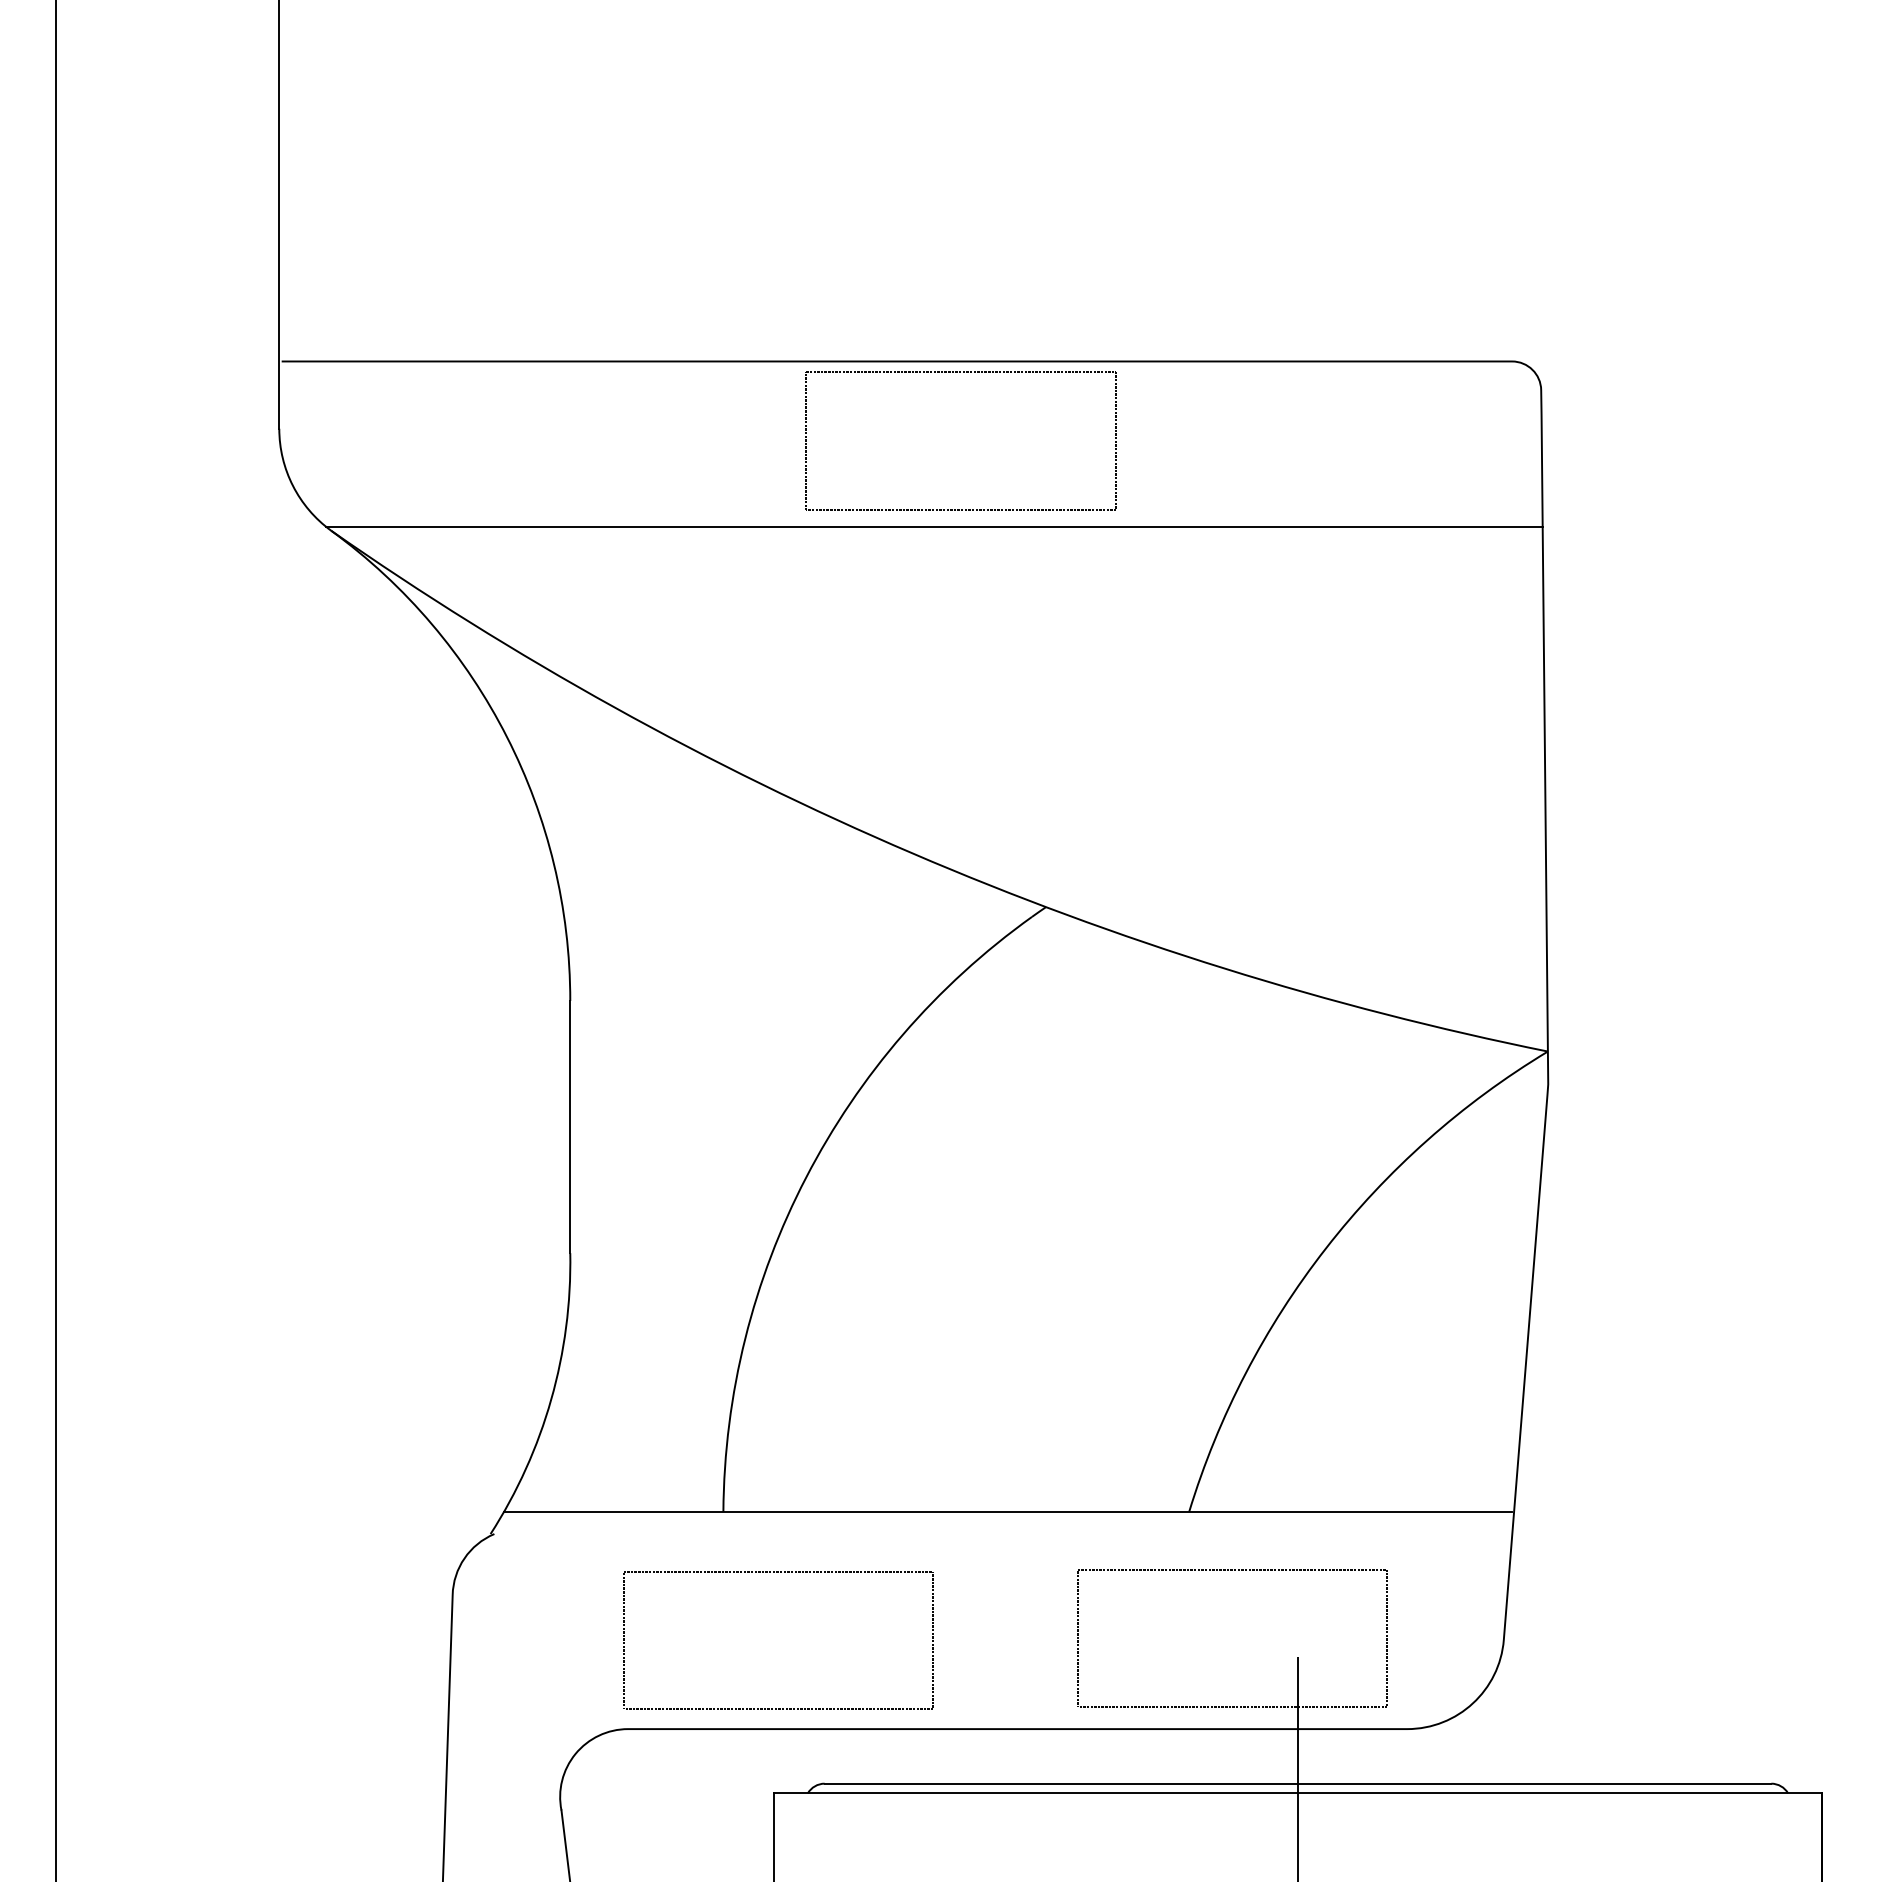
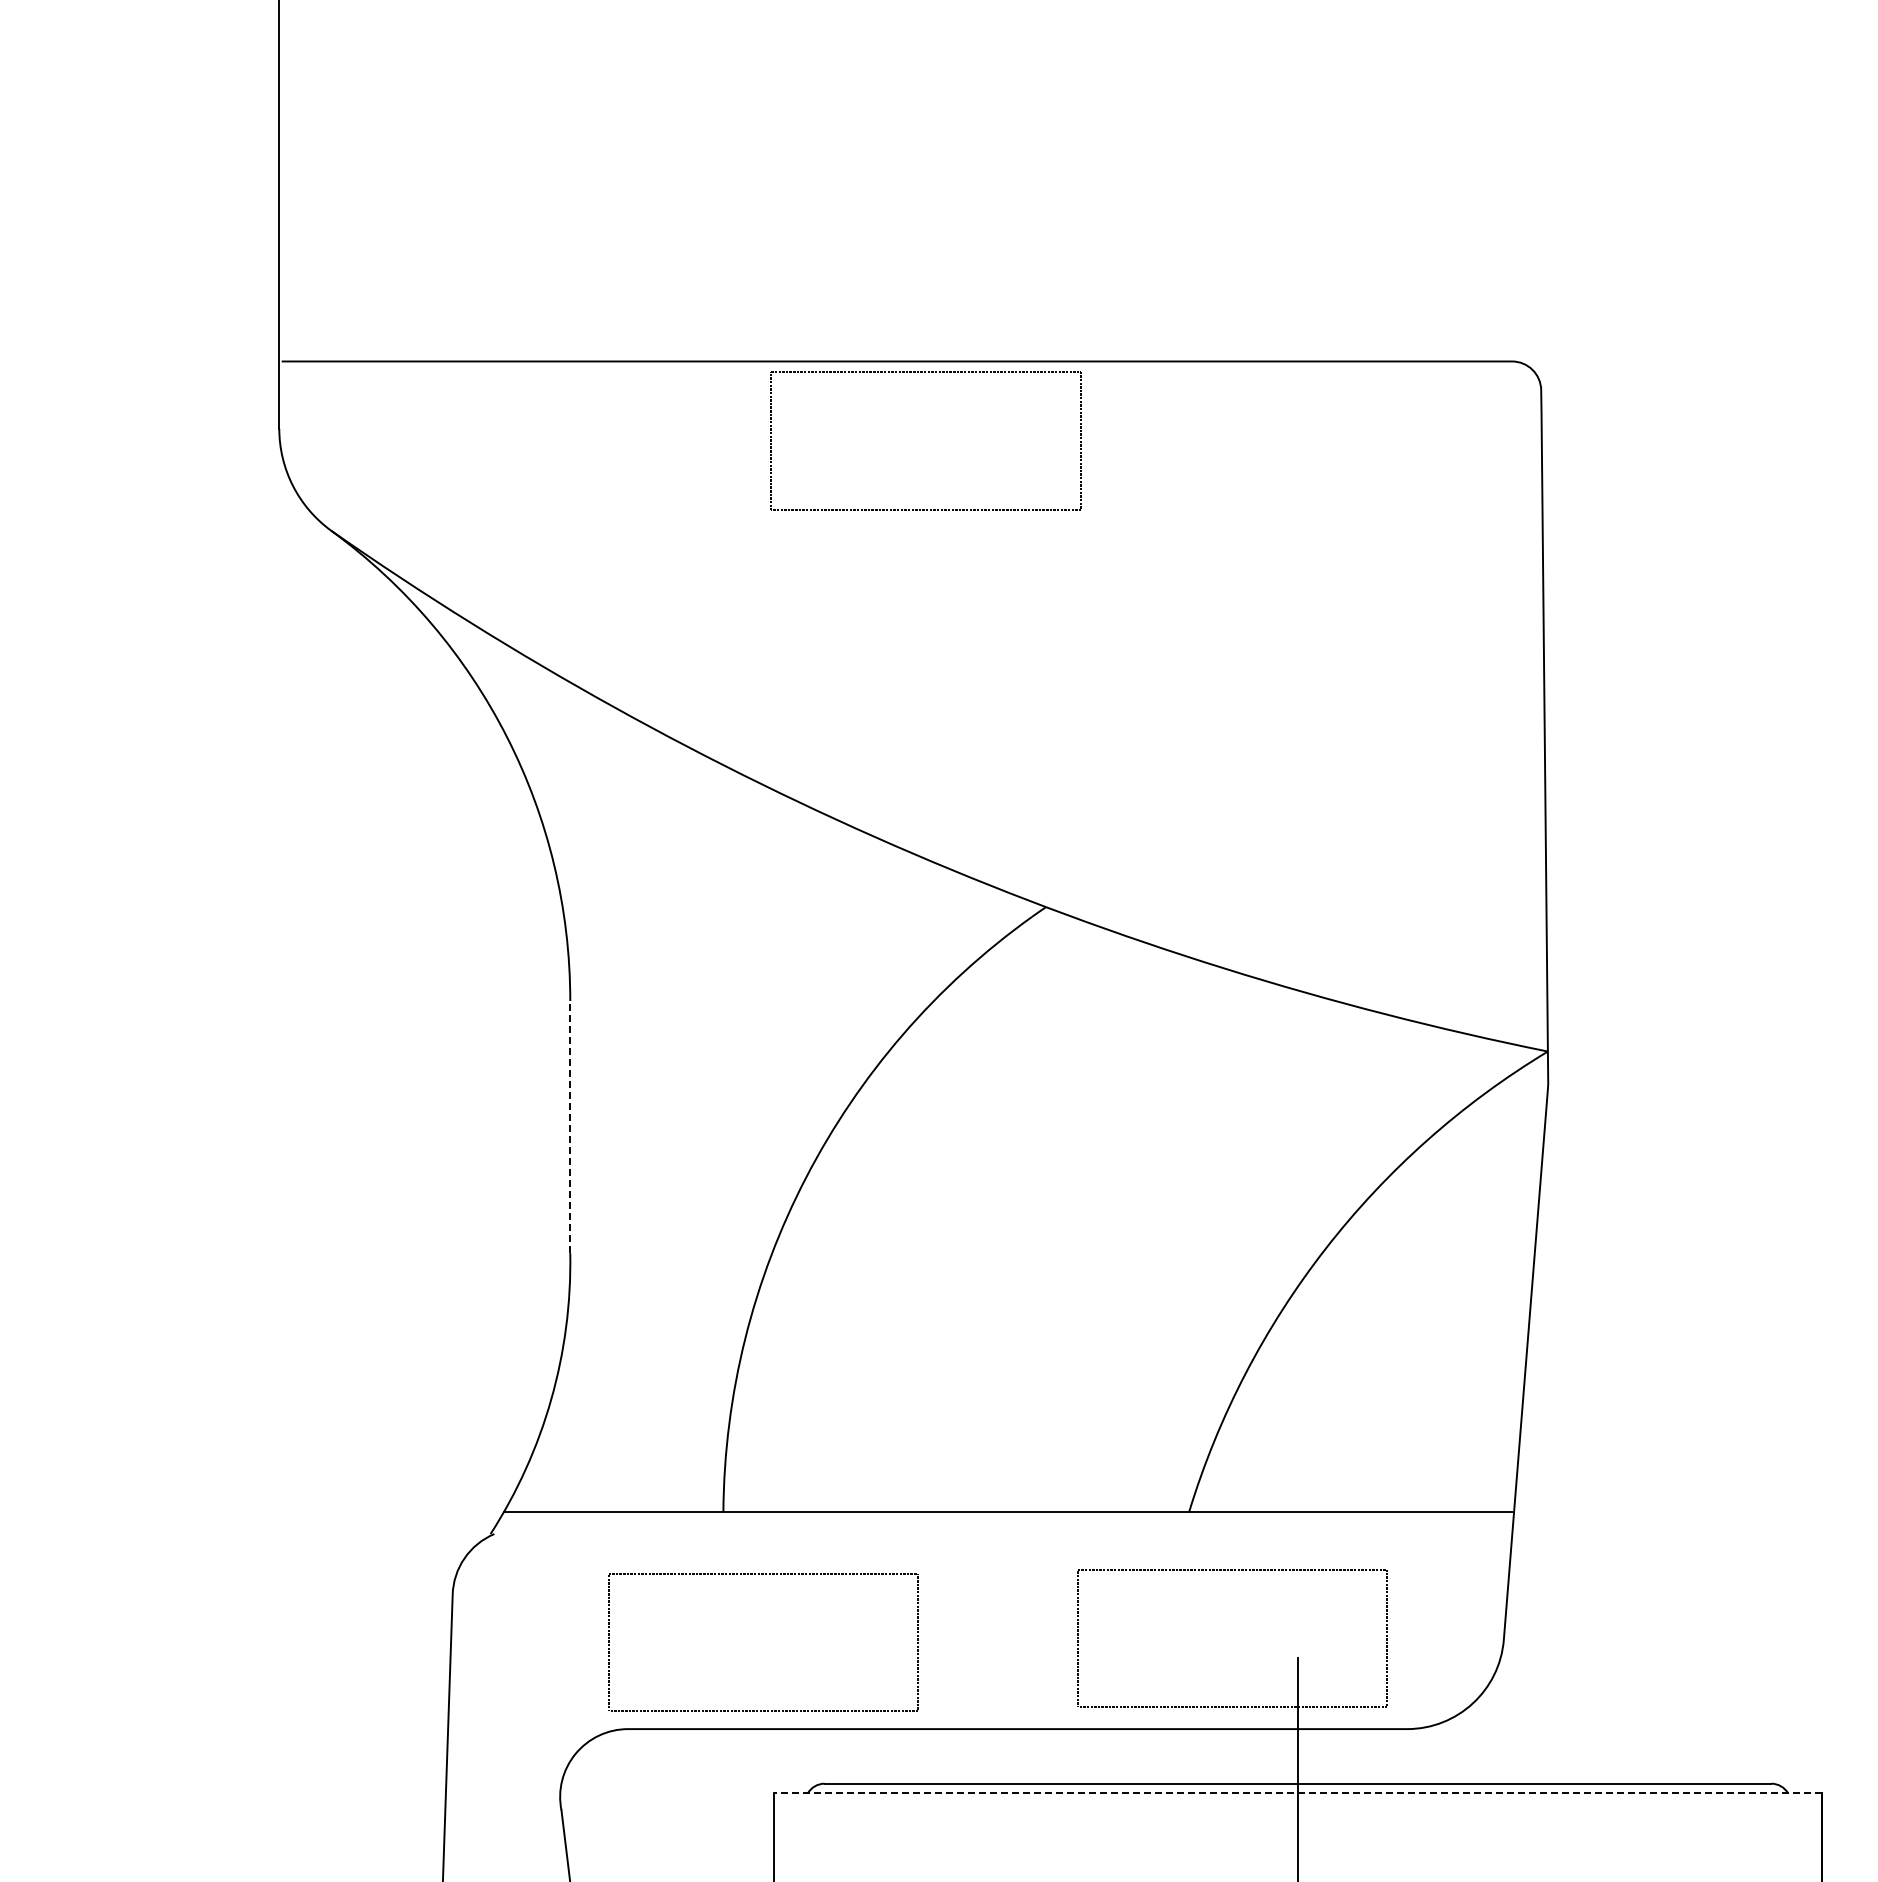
part at (960, 372) position: (960, 372) -> (925, 372)
line at (934, 526): present -> none
line at (56, 940): present -> none
line at (570, 1126): solid -> dashed
part at (778, 1572) position: (778, 1572) -> (763, 1574)
line at (1298, 1793): solid -> dashed
